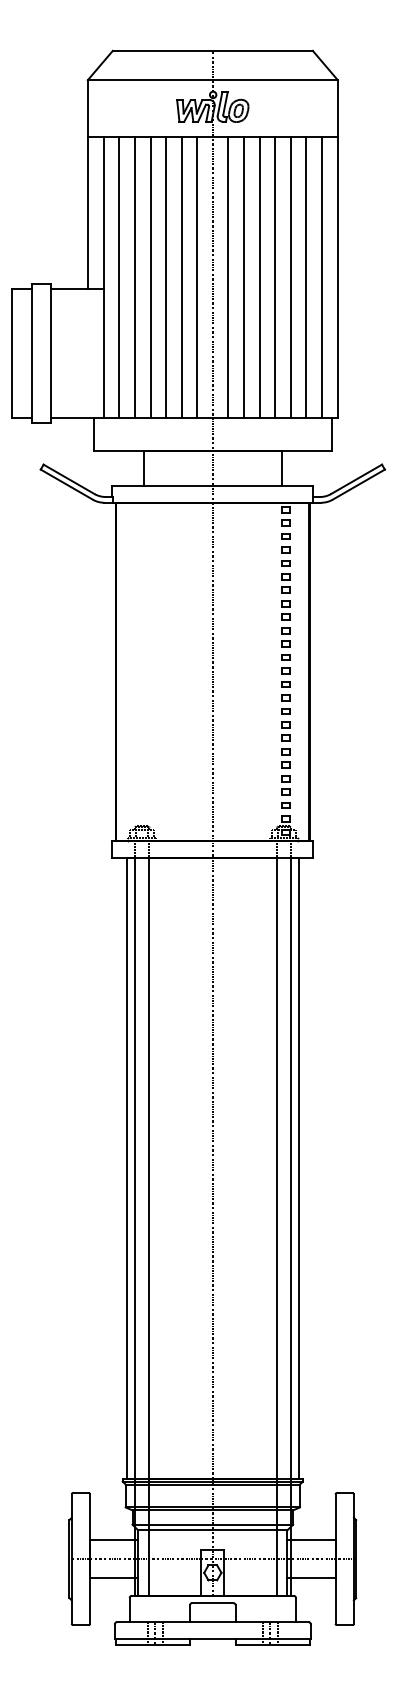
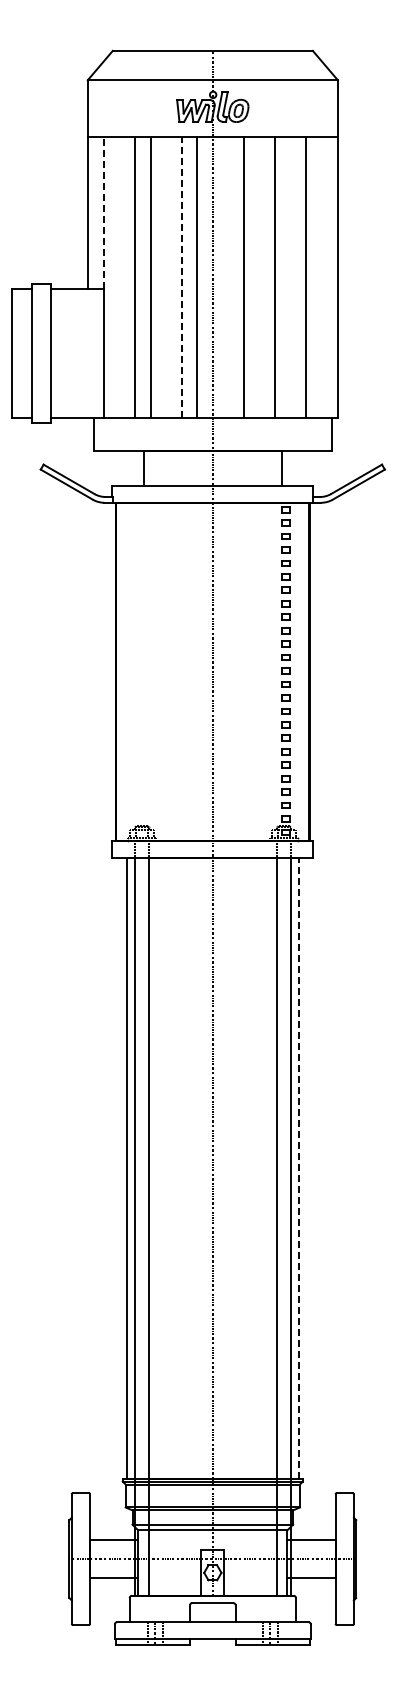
line at (103, 212): solid -> dashed
line at (119, 277): present -> none
line at (166, 277): present -> none
line at (181, 277): solid -> dashed
line at (228, 277): present -> none
line at (259, 277): present -> none
line at (290, 277): present -> none
line at (321, 277): present -> none
line at (298, 1168): solid -> dashed
